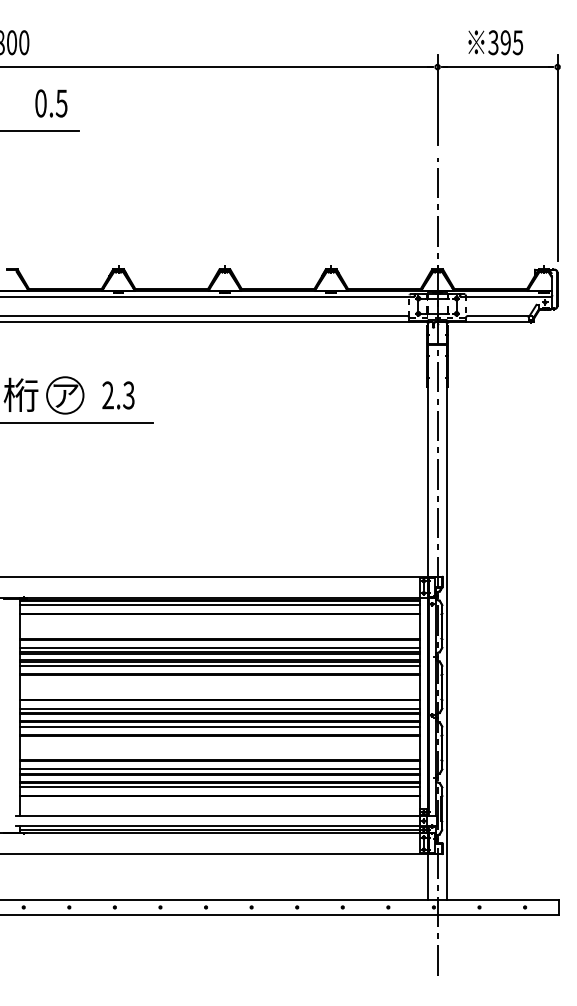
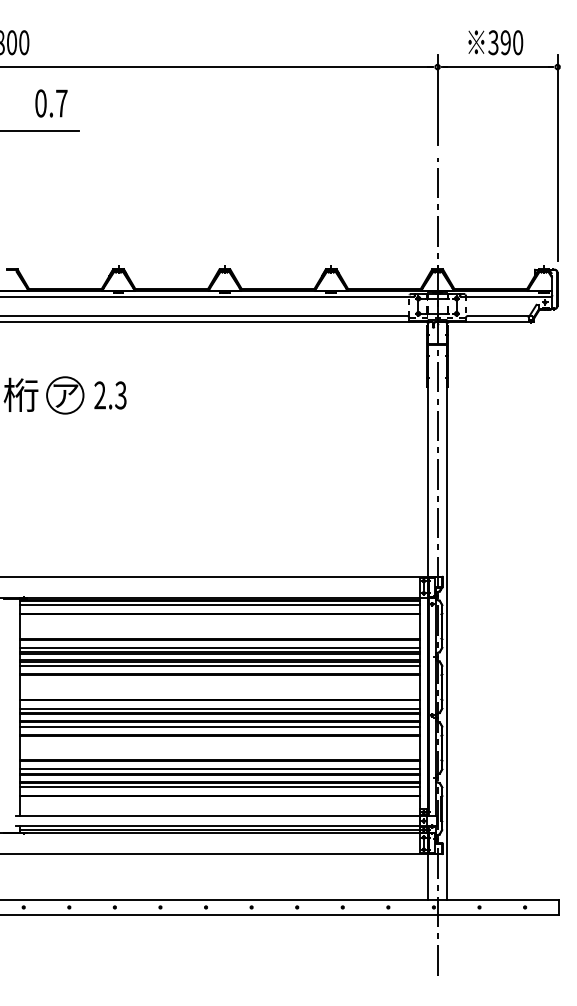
text at (517, 42): 395 -> 390
text at (61, 103): 0.5 -> 0.7
text at (118, 395) position: (118, 395) -> (110, 395)
line at (77, 422): present -> none
